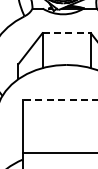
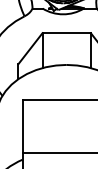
line at (67, 33): dashed -> solid
line at (60, 99): dashed -> solid
